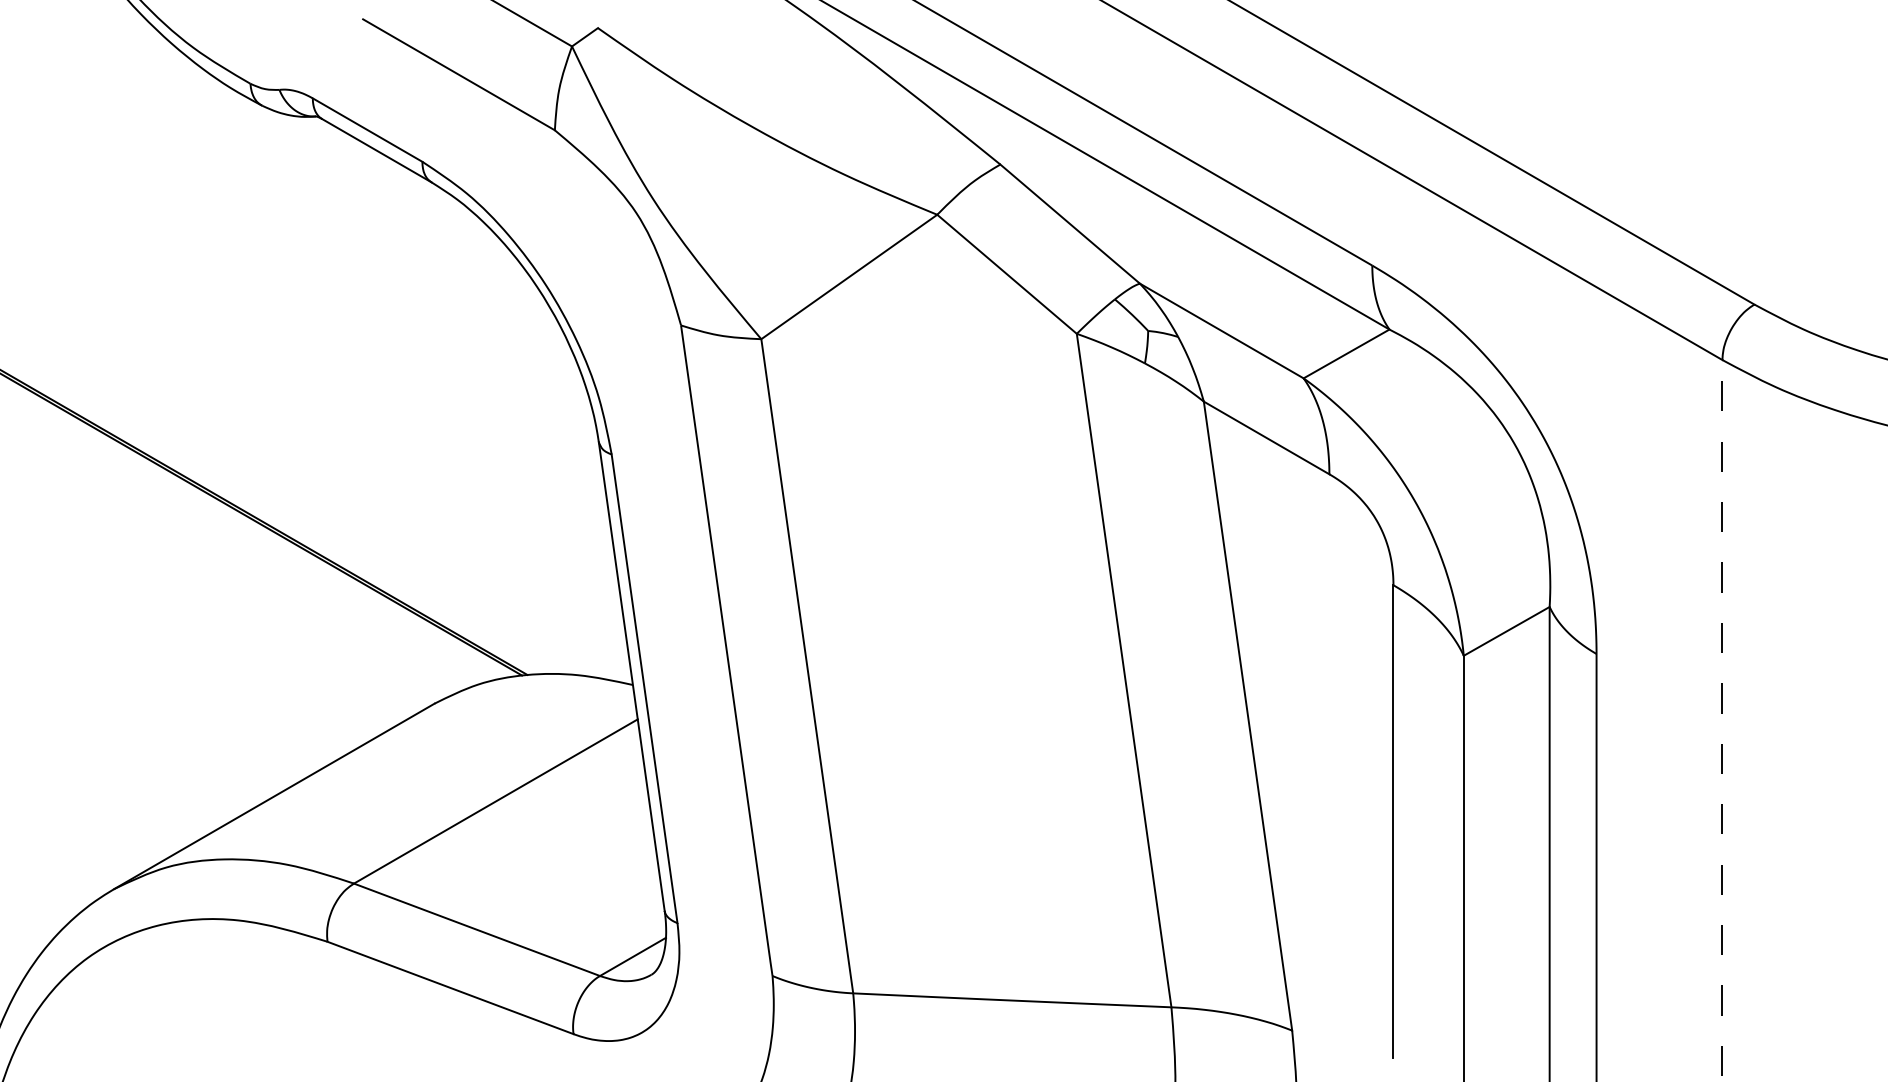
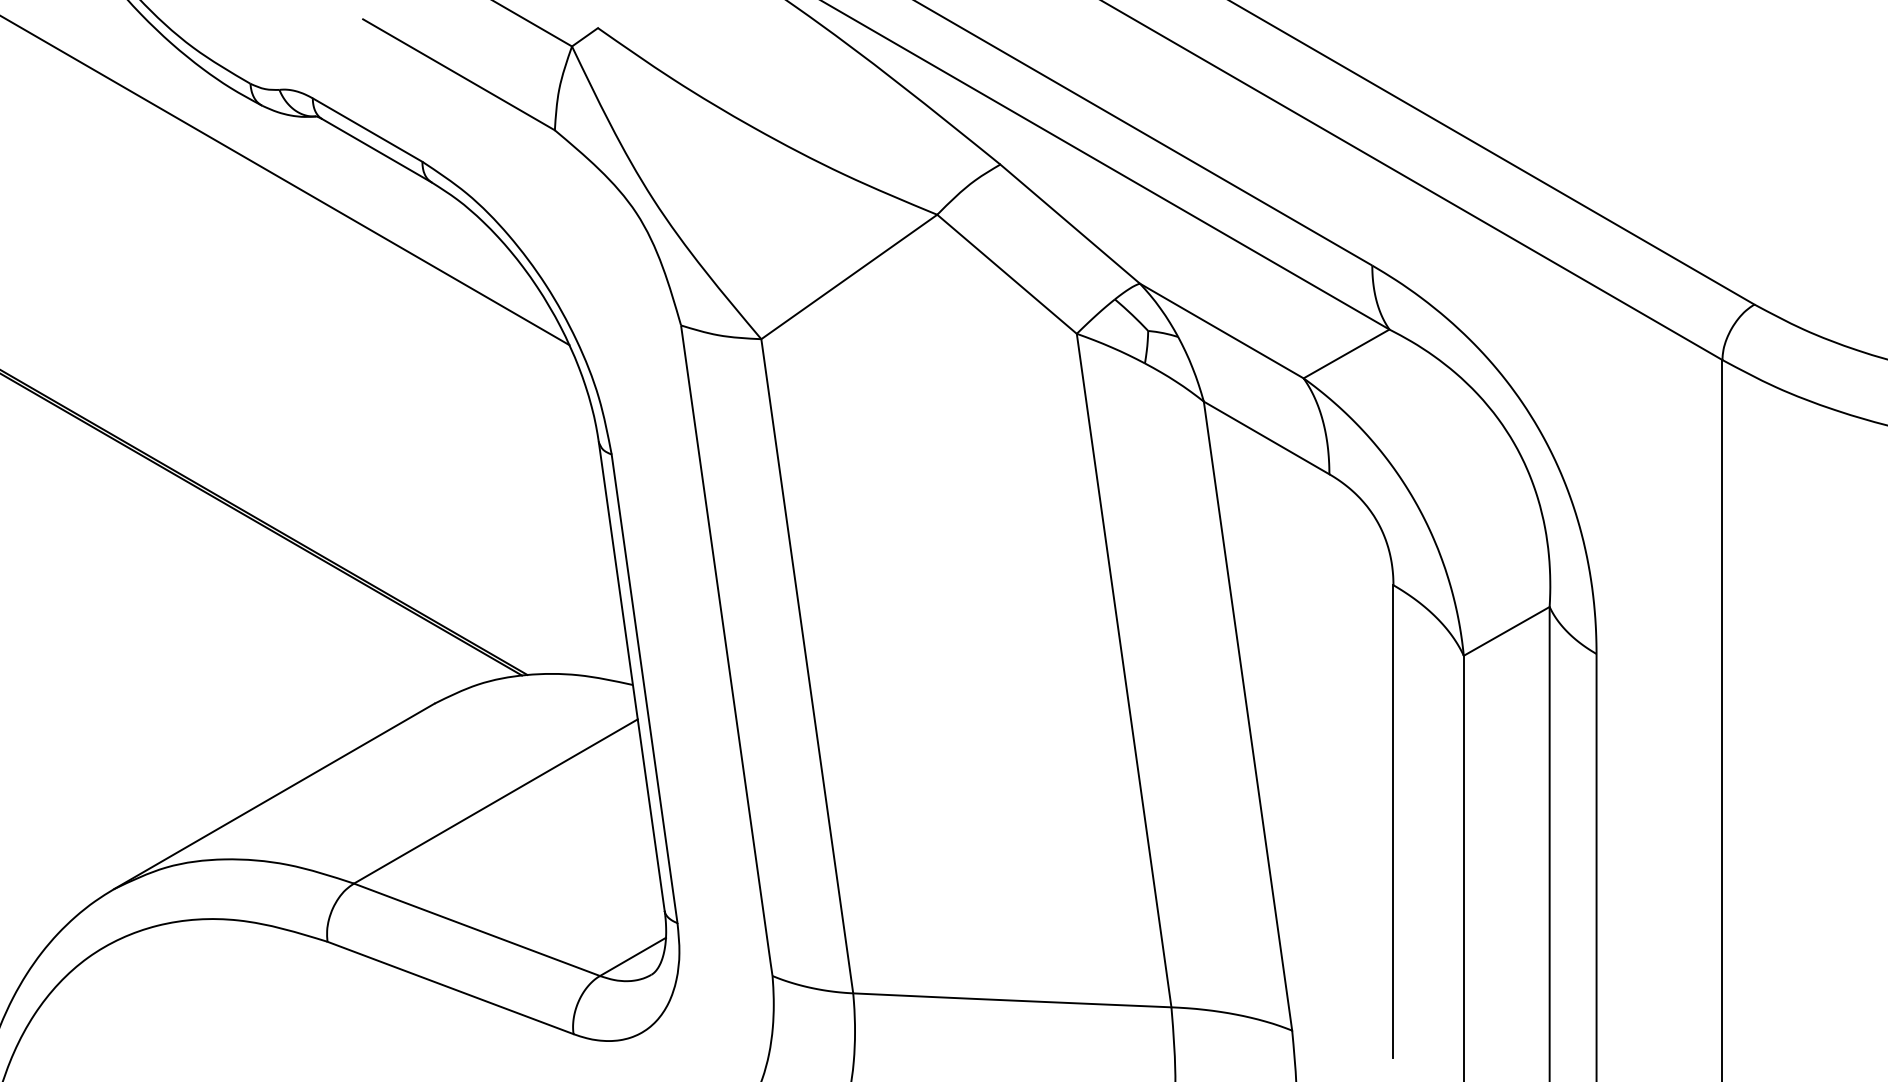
line at (285, 181): none -> present
line at (1722, 720): dashed -> solid
